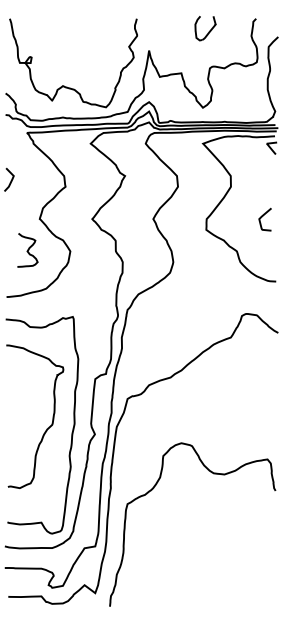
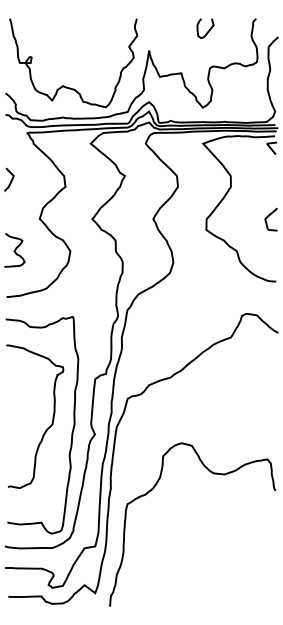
part at (205, 28) size: 23x26 px -> 19x21 px
curve at (262, 217) position: (262, 217) -> (268, 217)
curve at (27, 250) position: (27, 250) -> (14, 250)
